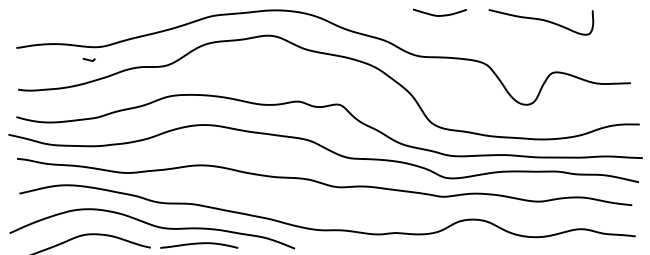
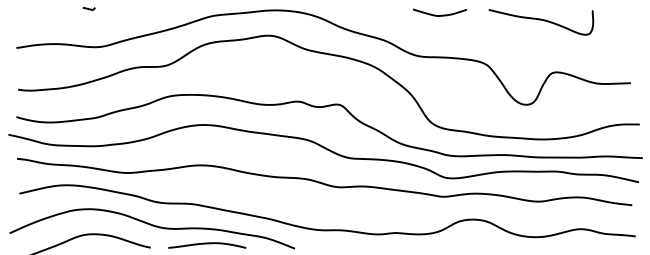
curve at (88, 59) position: (88, 59) -> (88, 8)
curve at (199, 244) position: (199, 244) -> (207, 244)
